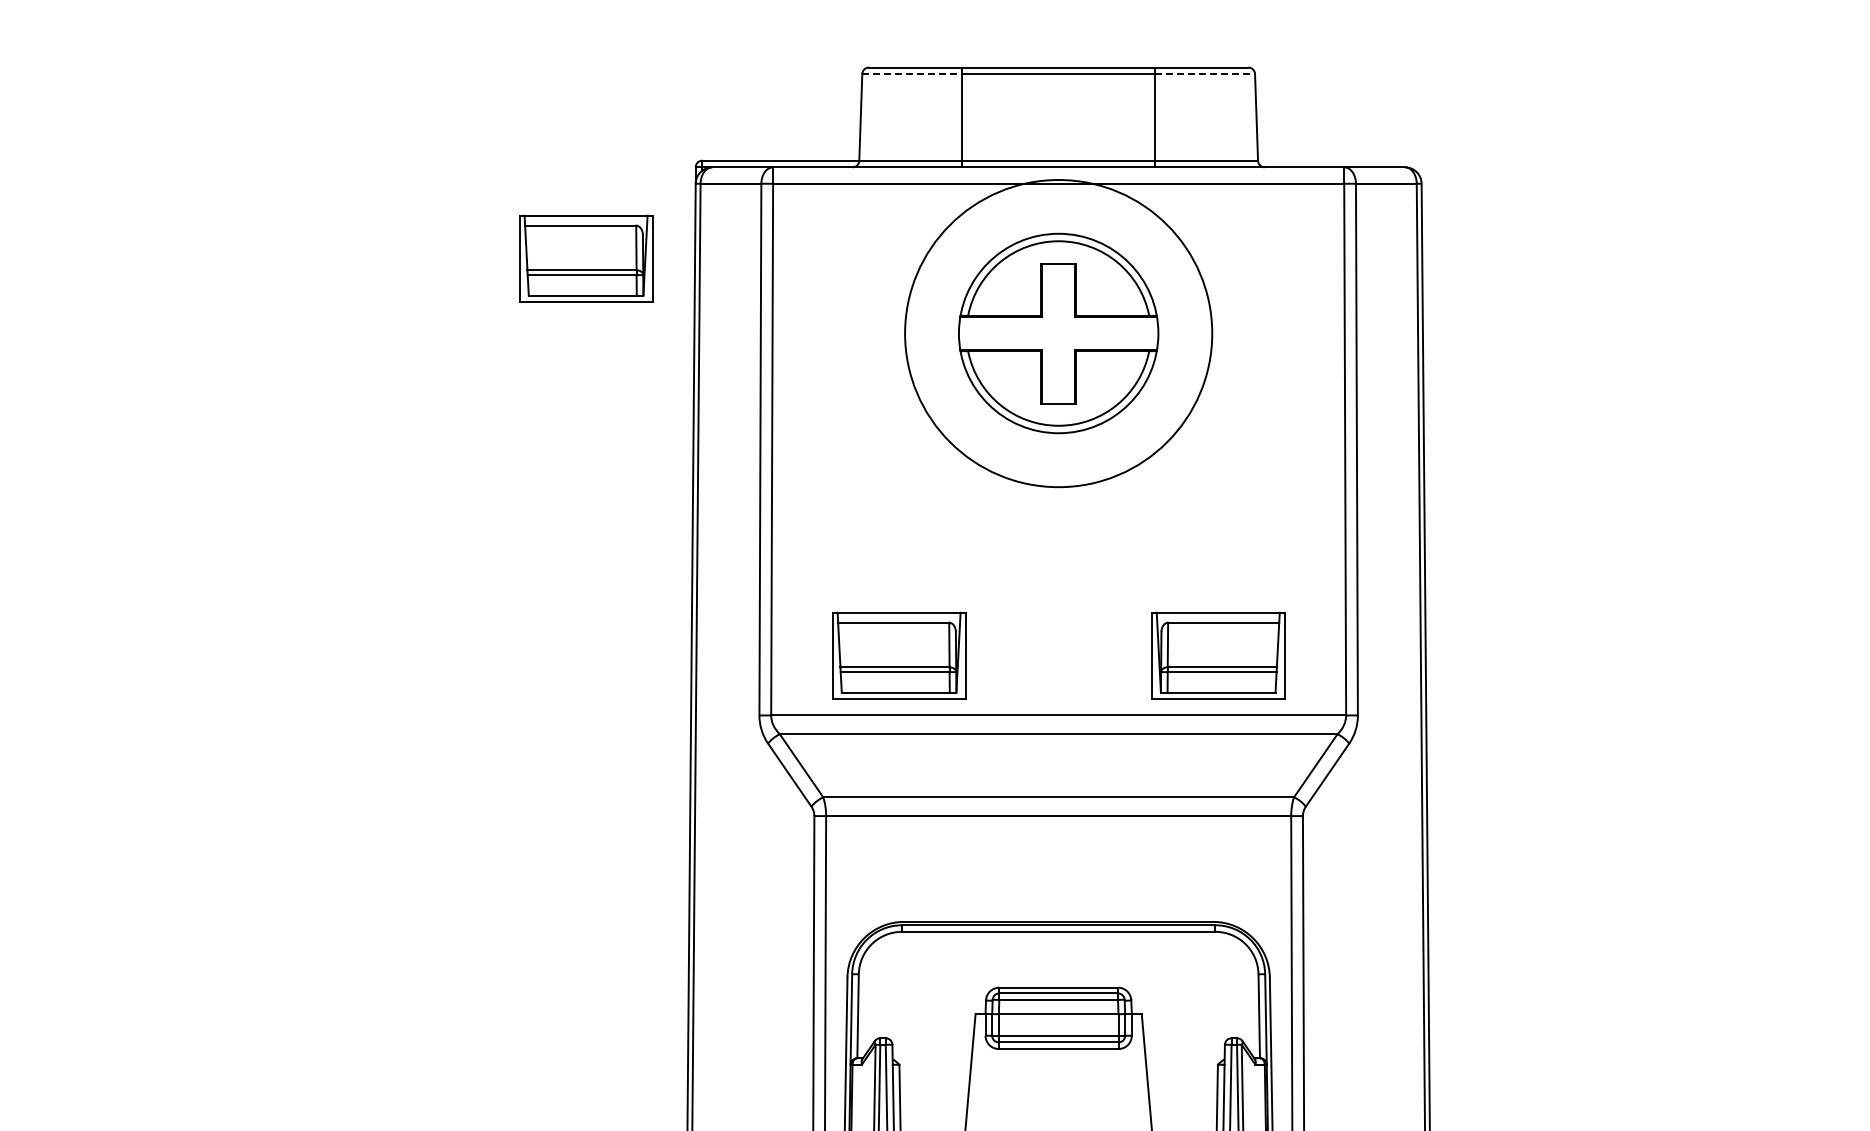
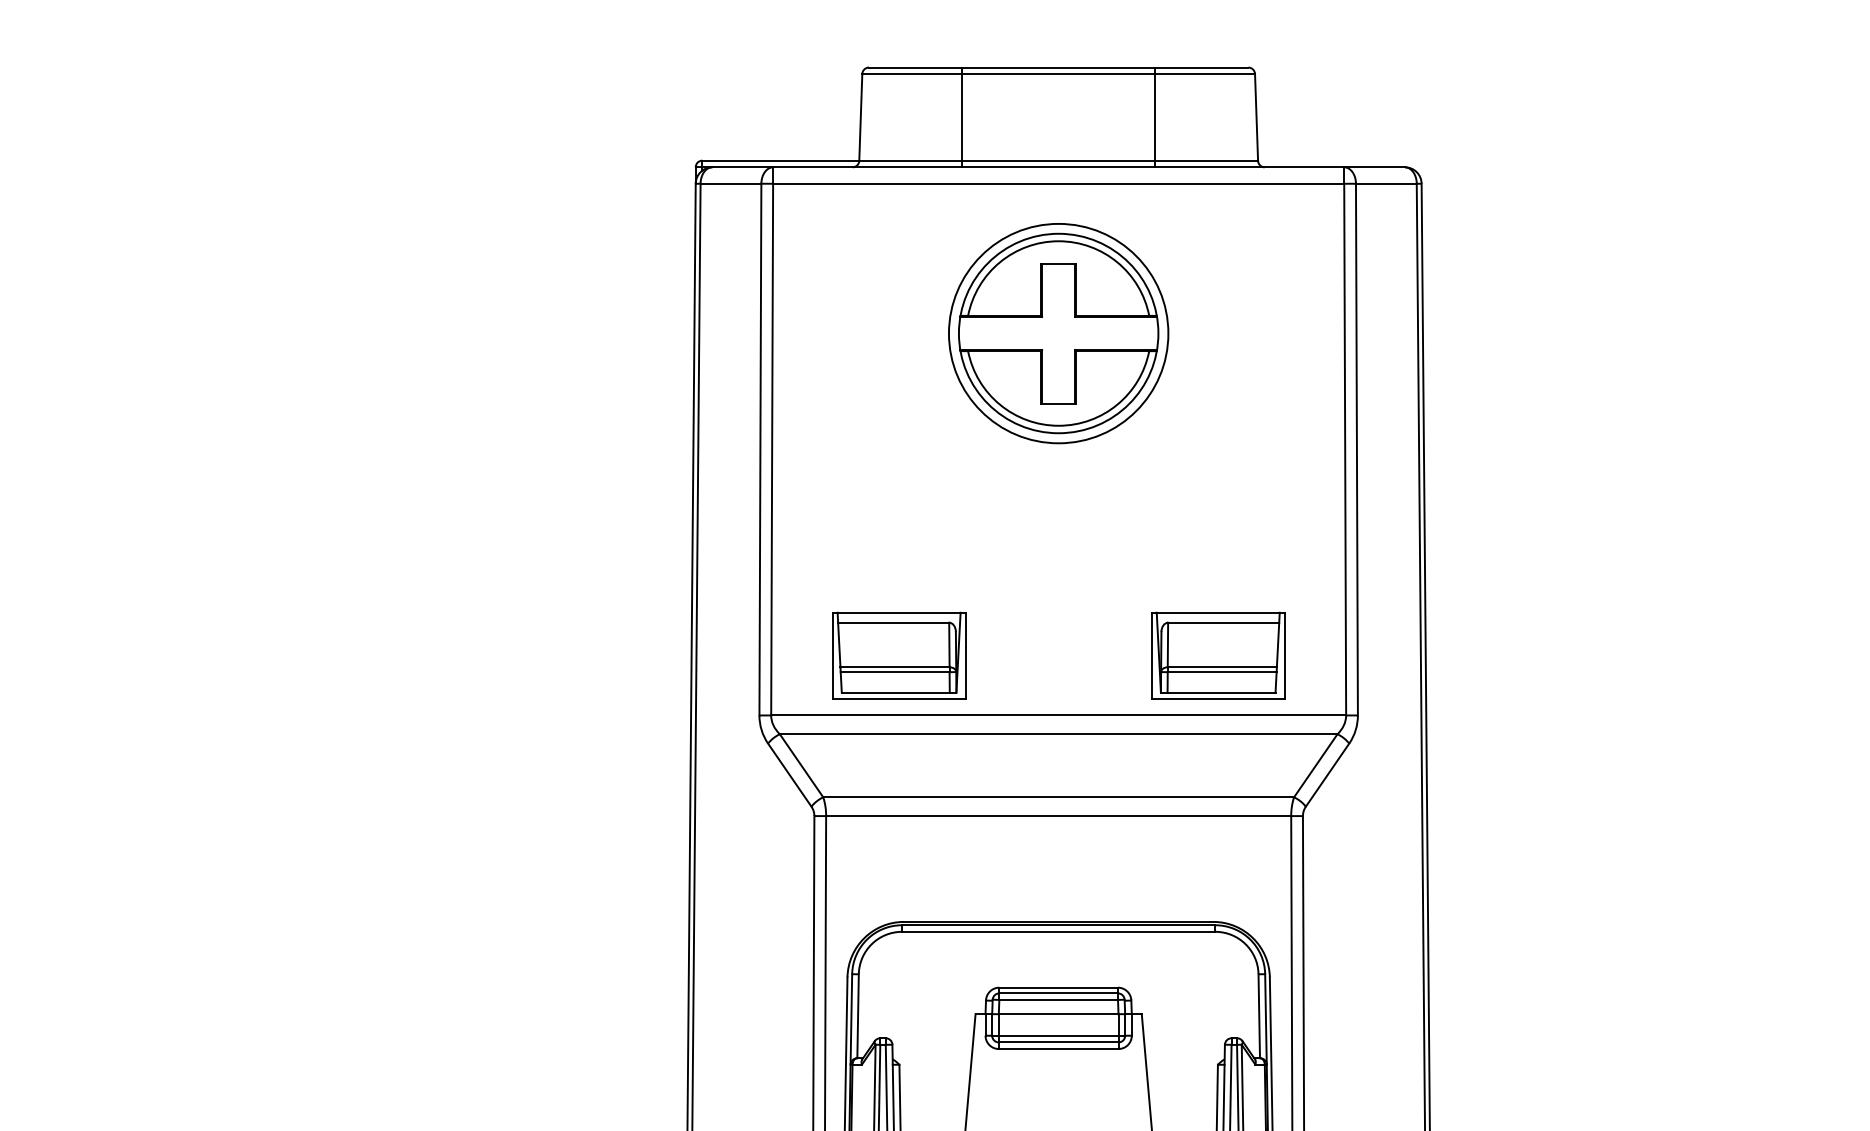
line at (912, 73): dashed -> solid
line at (1205, 73): dashed -> solid
part at (586, 258): present -> none
circle at (1058, 333) diameter: 307 px -> 219 px
